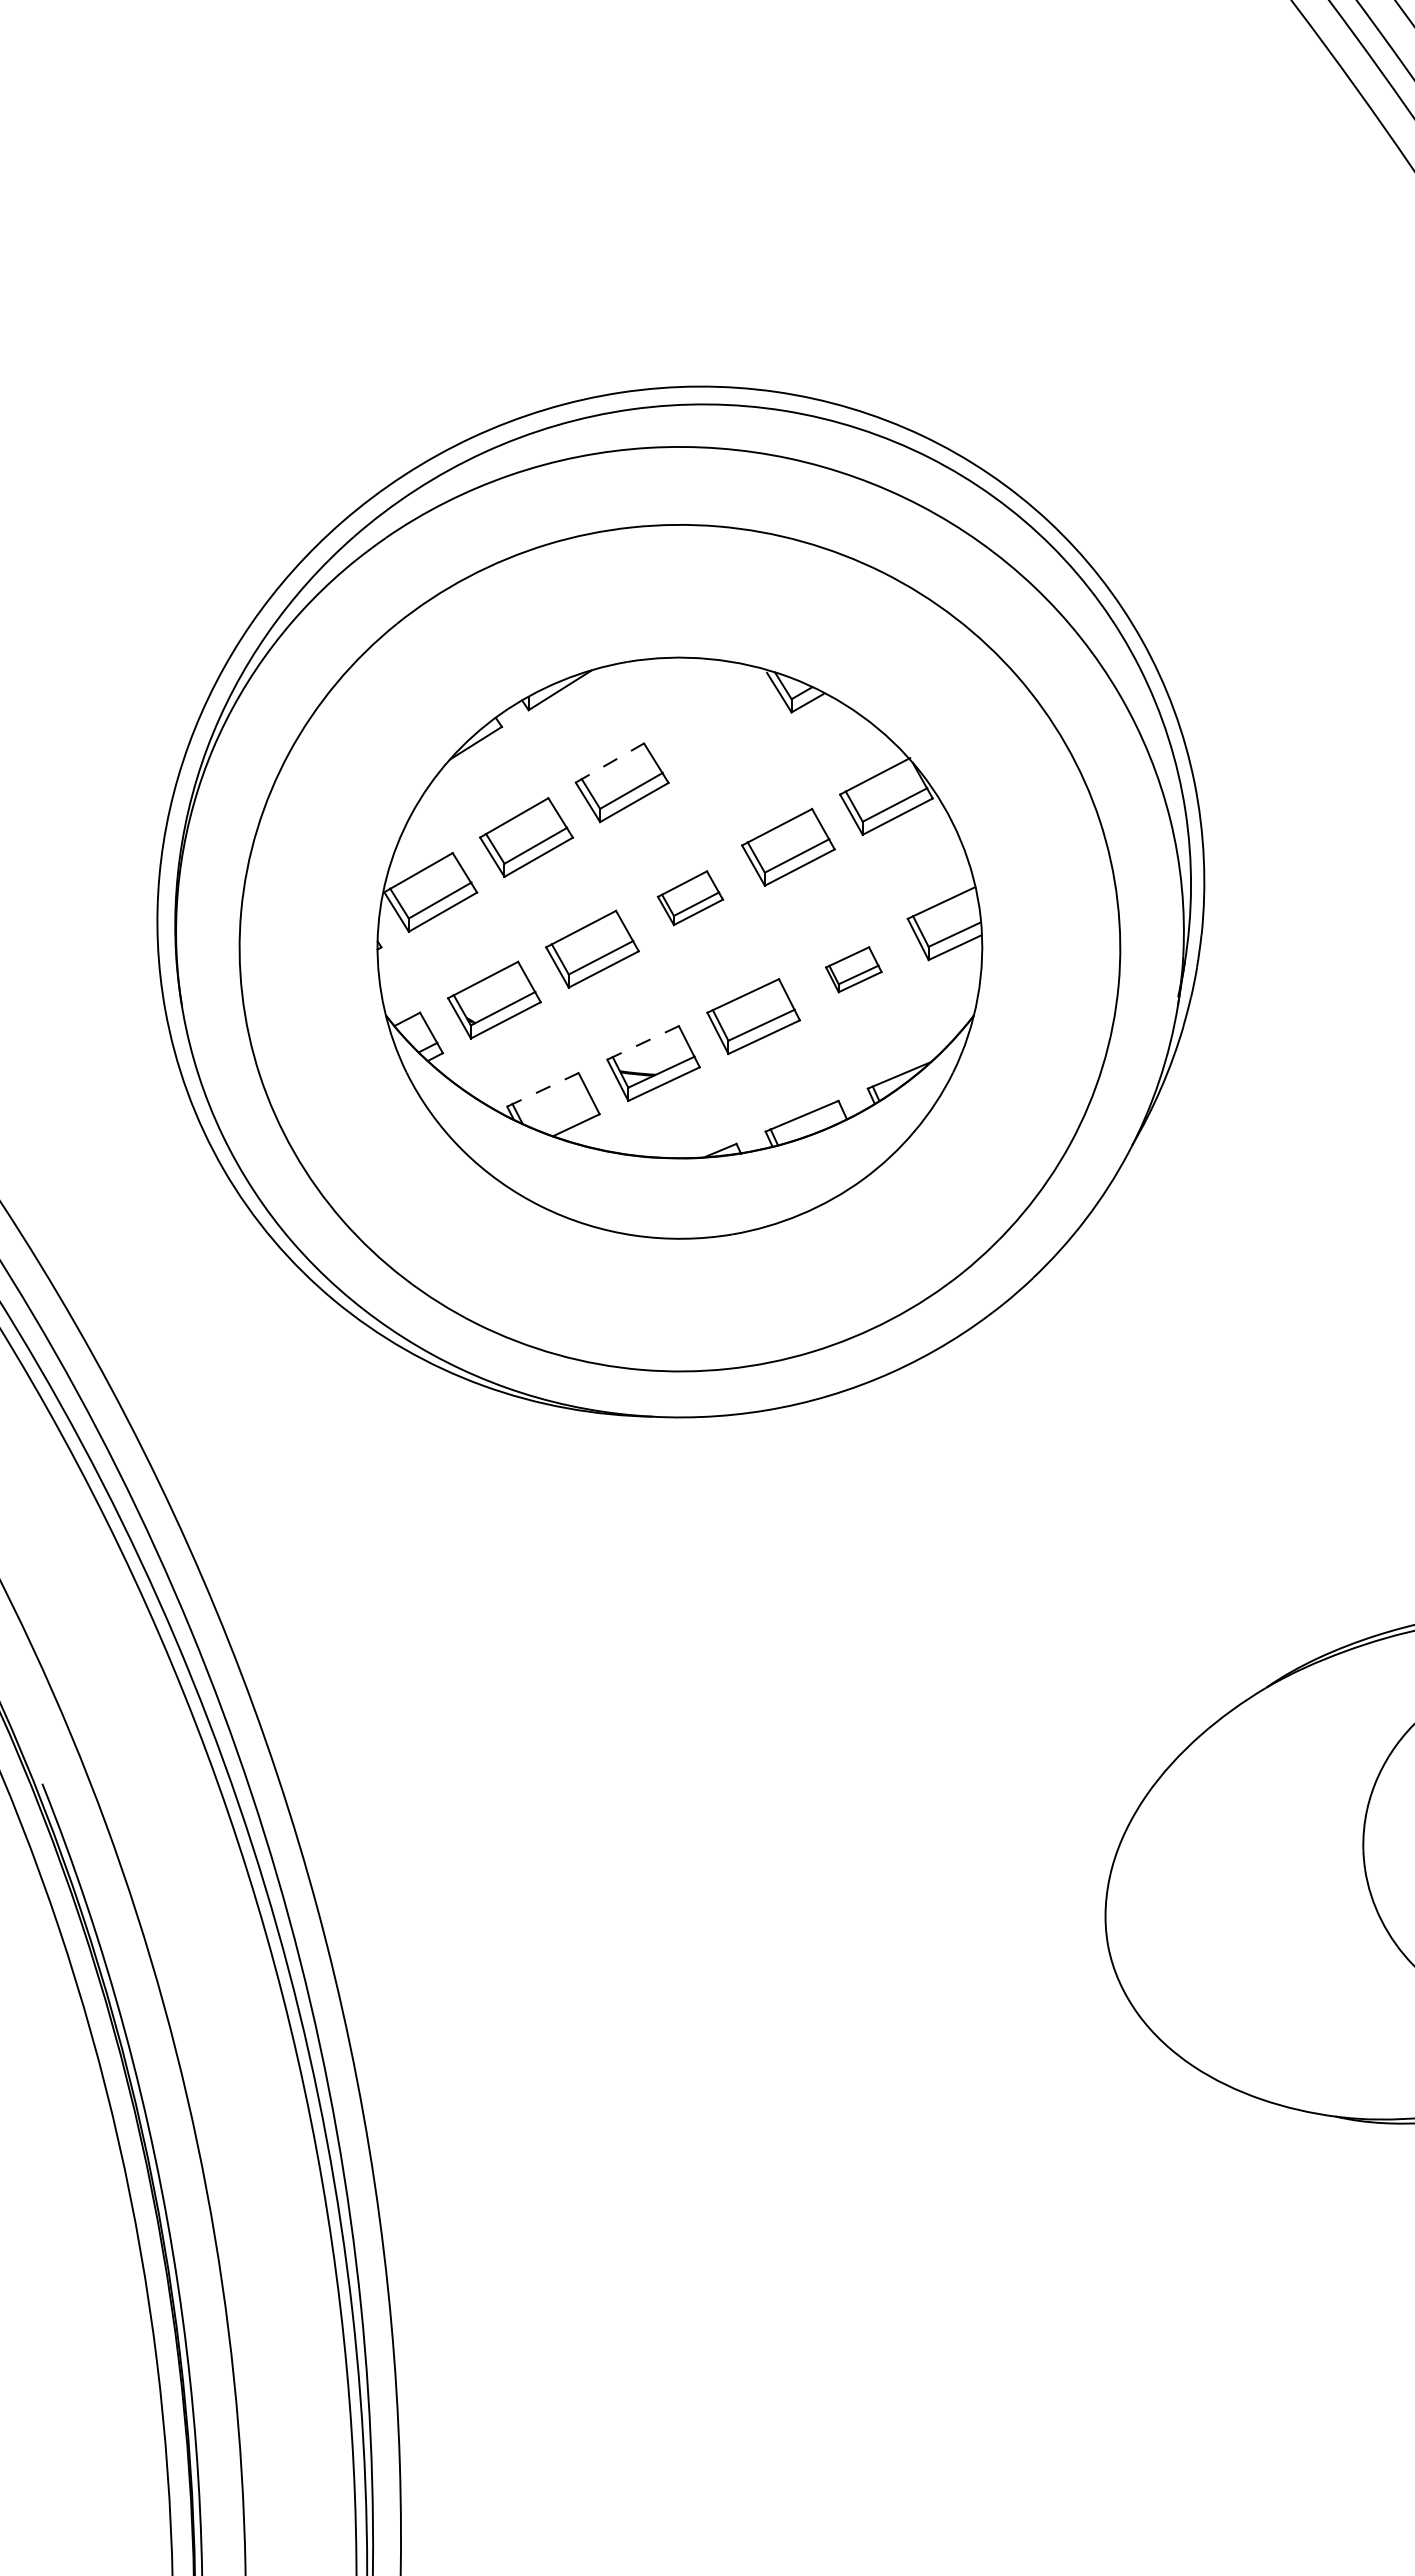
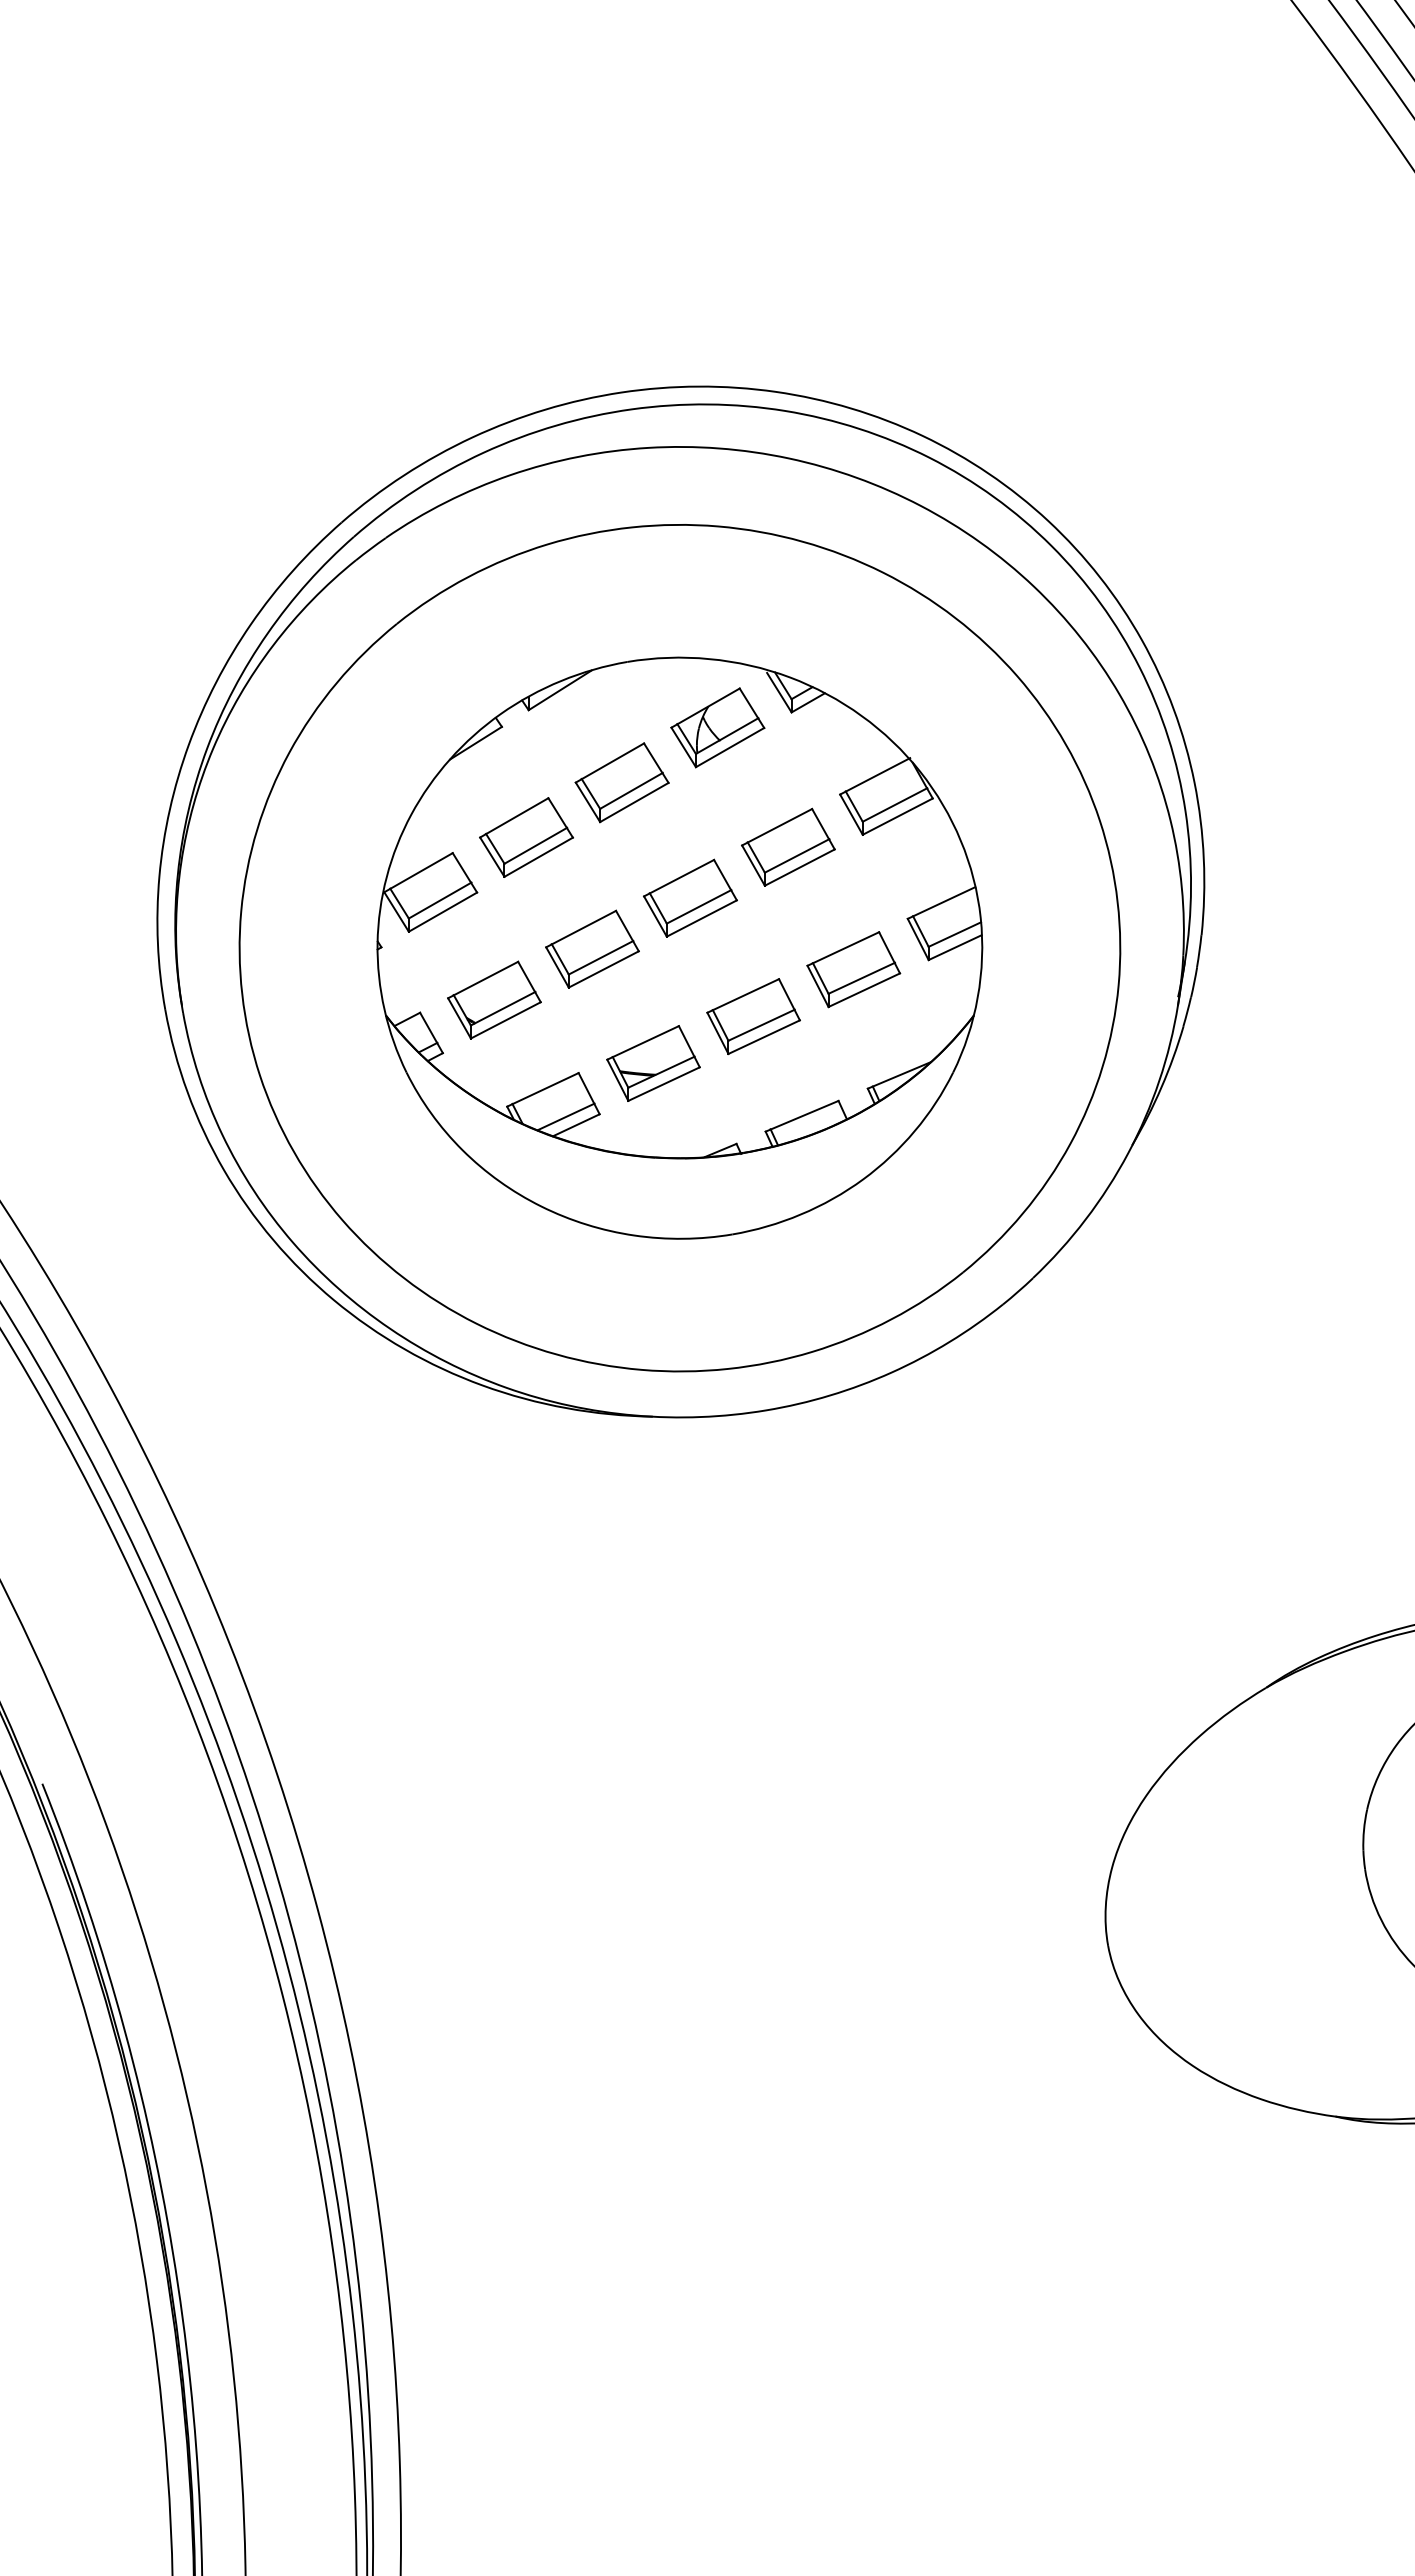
part at (717, 727): none -> present
line at (610, 762): dashed -> solid
part at (689, 898) size: 68x57 px -> 95x80 px
part at (853, 969) size: 58x48 px -> 96x78 px
line at (643, 1042): dashed -> solid
line at (543, 1089): dashed -> solid
line at (565, 1116): none -> present
